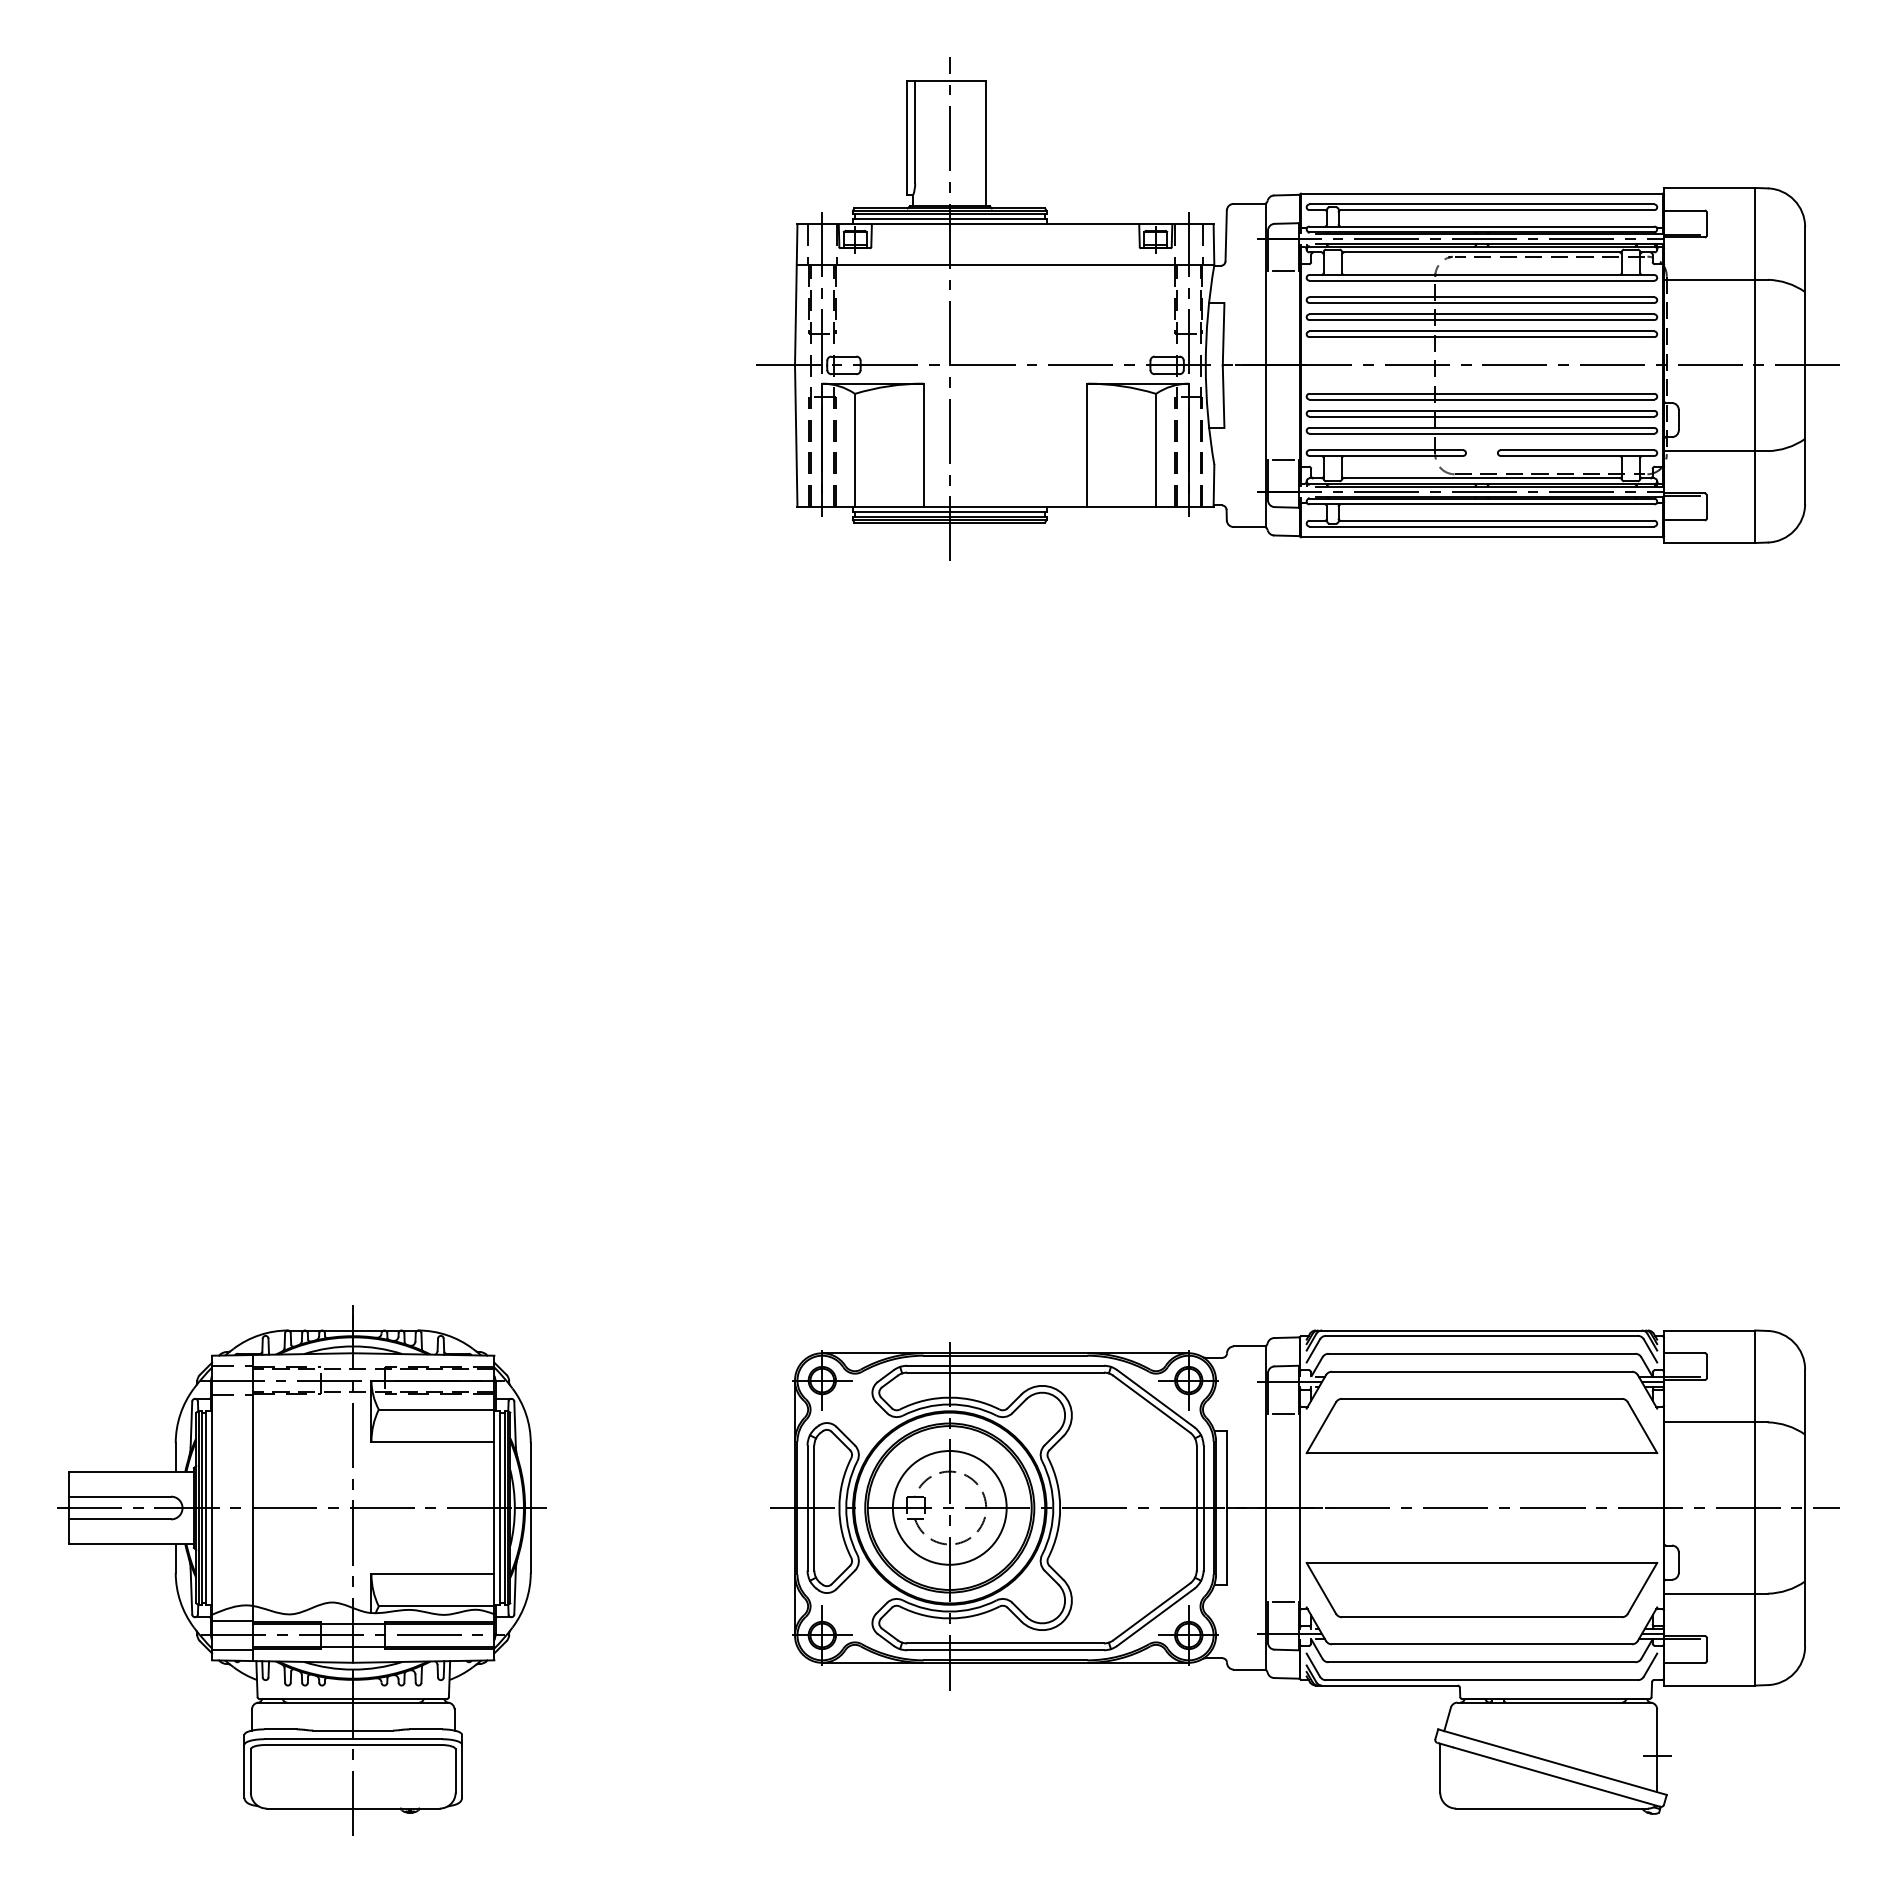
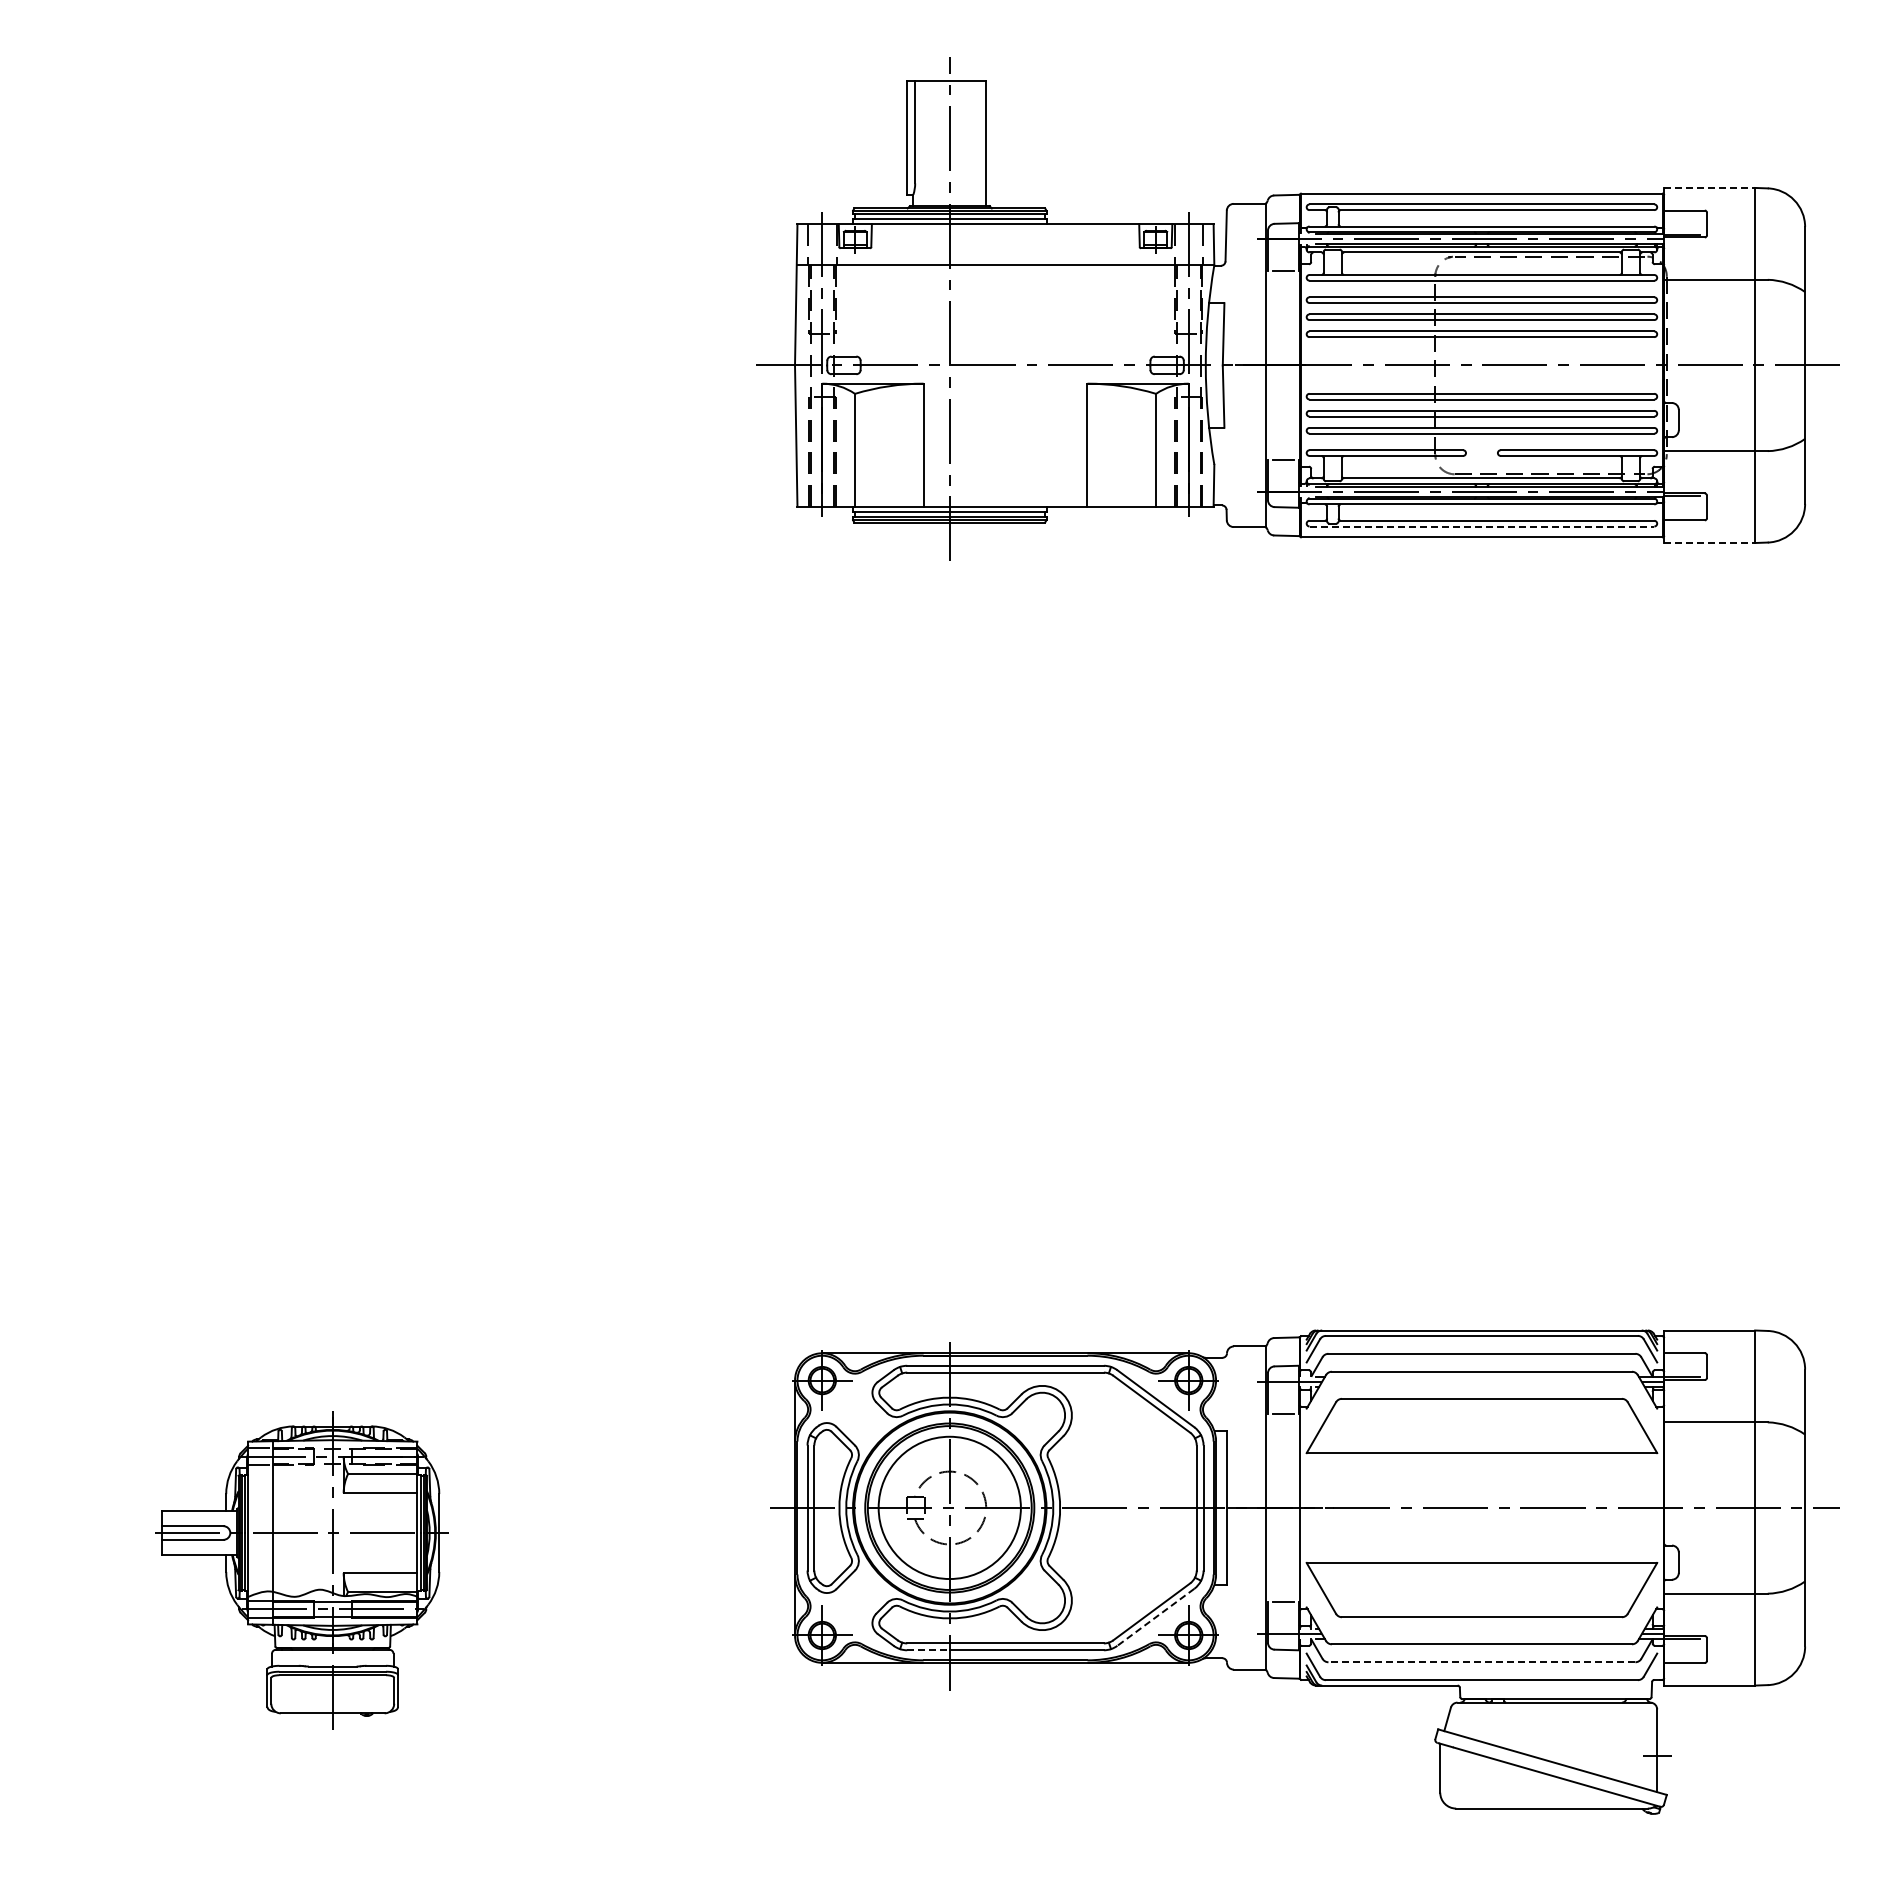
line at (1709, 187): solid -> dashed
line at (1482, 526): solid -> dashed
line at (1709, 543): solid -> dashed
circle at (949, 1507) diameter: 114 px -> 142 px
part at (301, 1570) size: 490x531 px -> 294x319 px
line at (1155, 1617): solid -> dashed
line at (929, 1650): solid -> dashed
line at (1481, 1662): solid -> dashed
